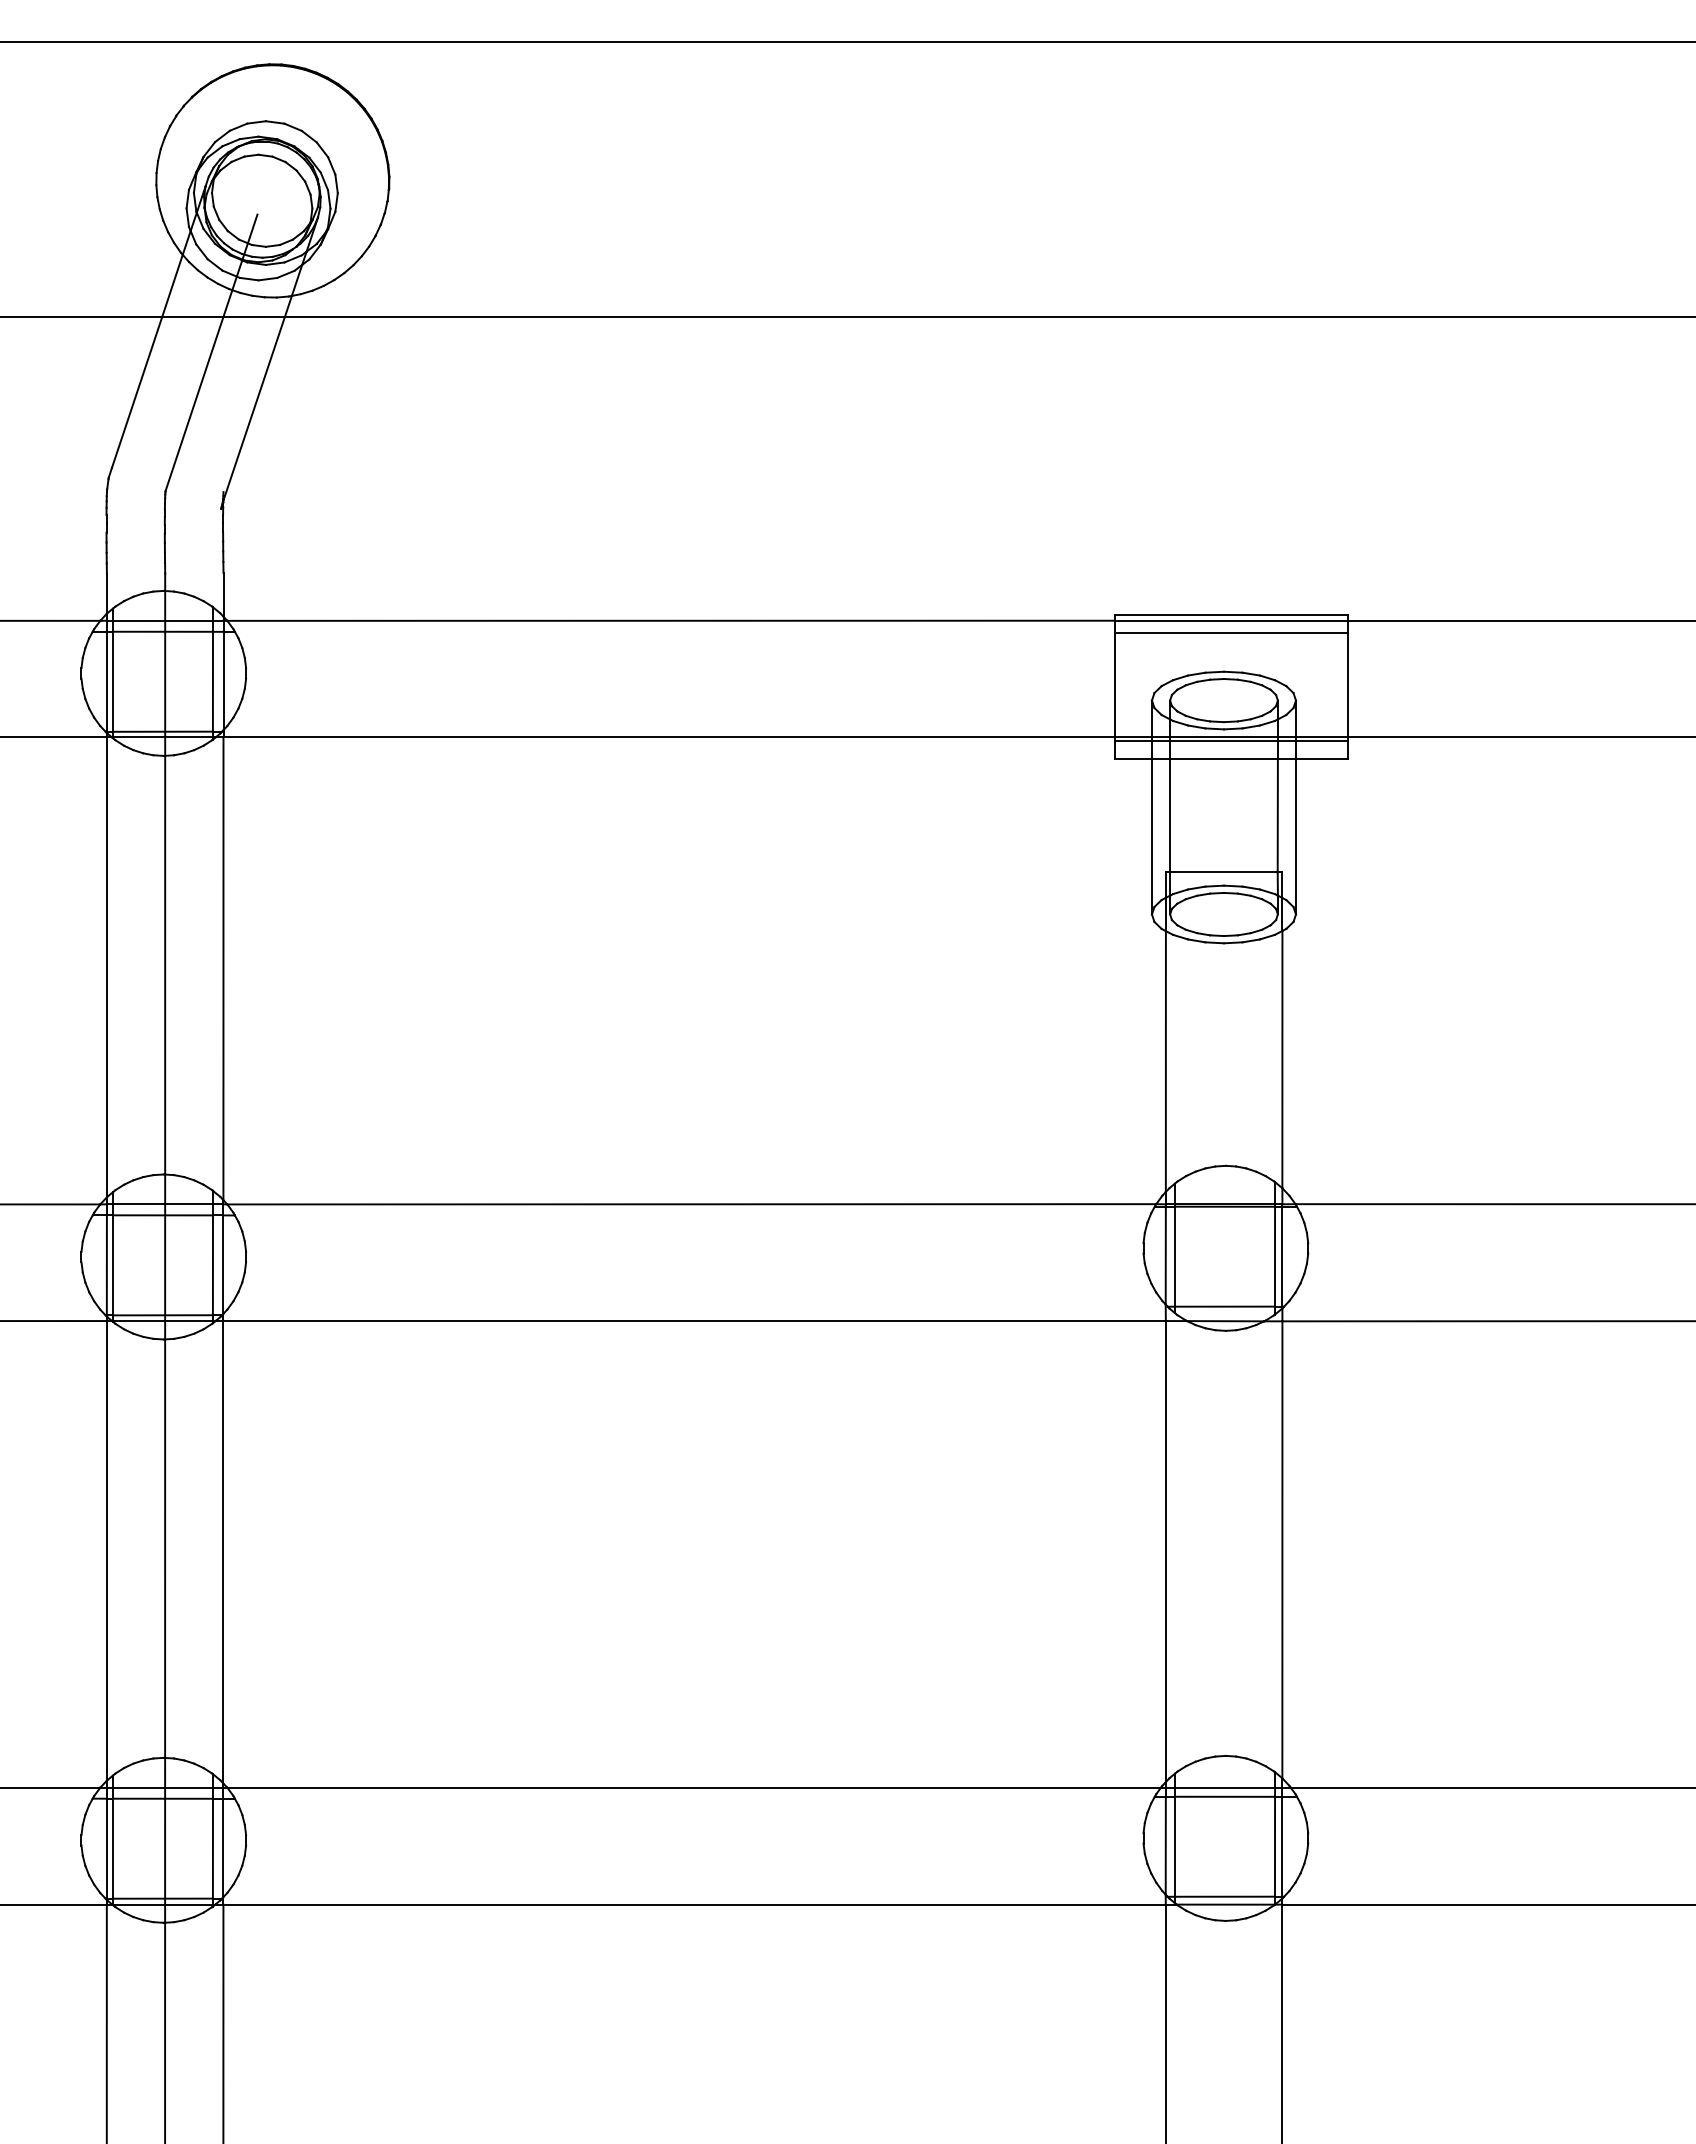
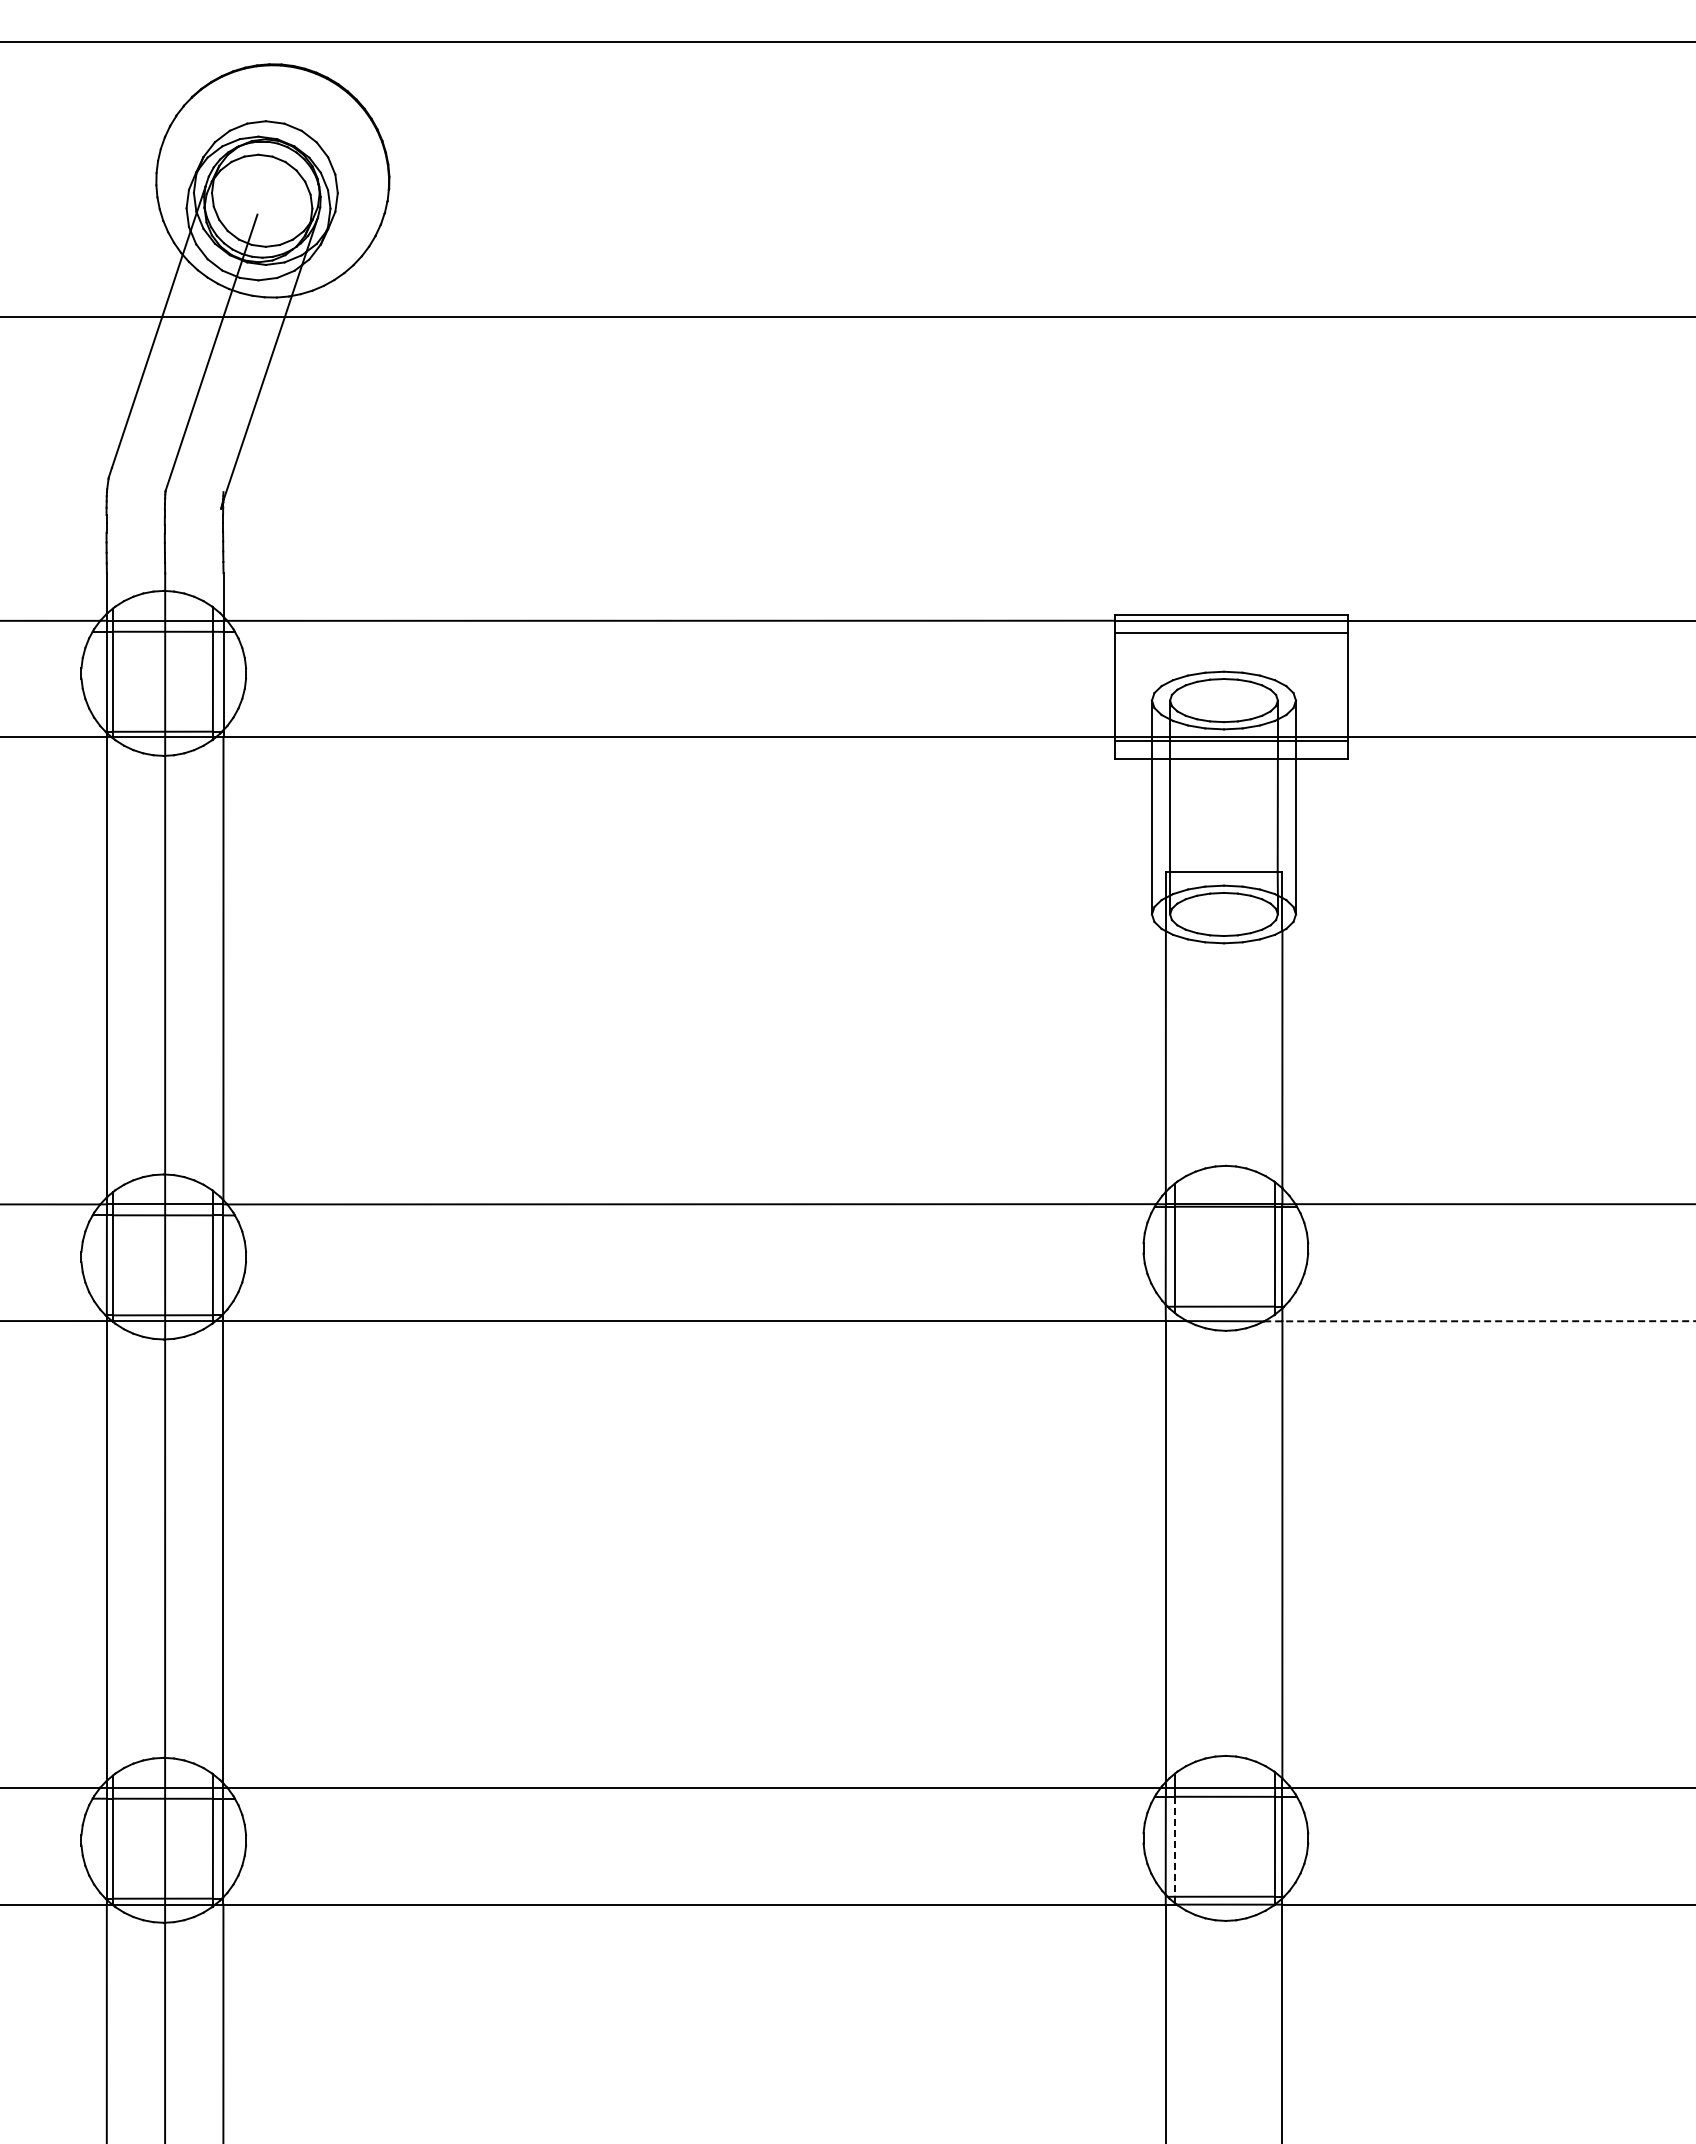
line at (1480, 1321): solid -> dashed
line at (1175, 1846): solid -> dashed
